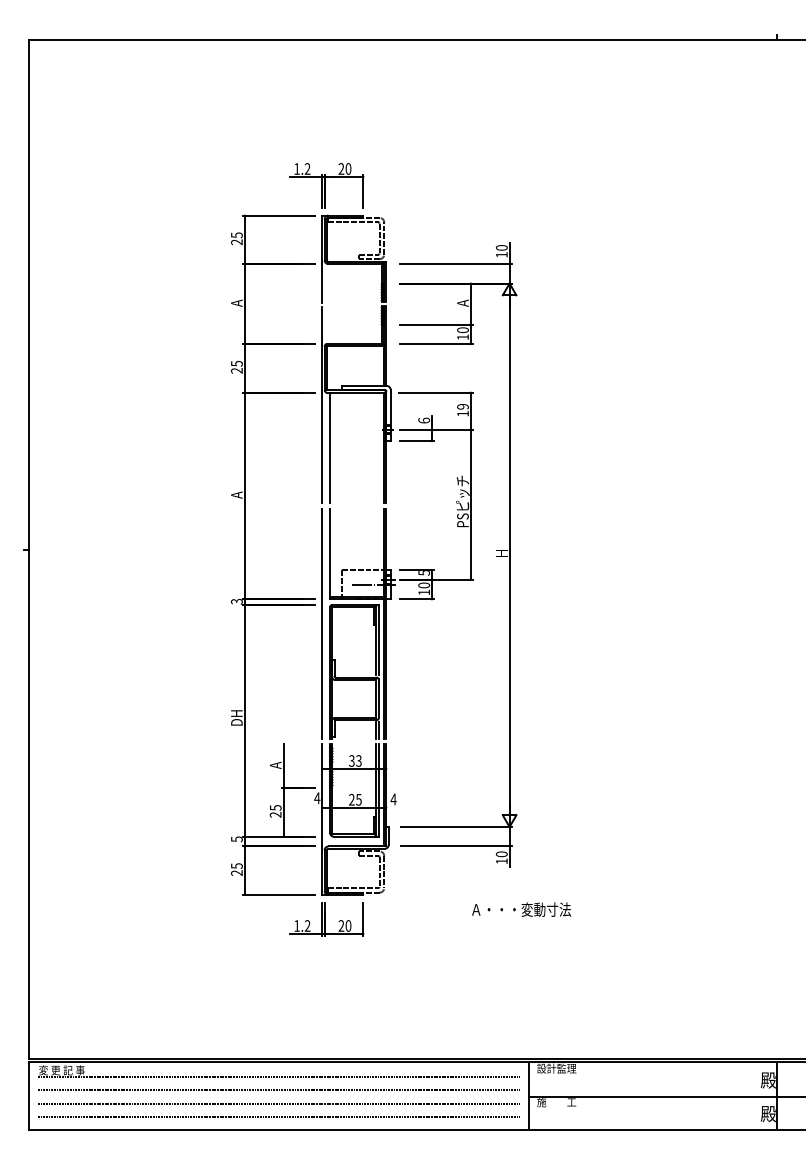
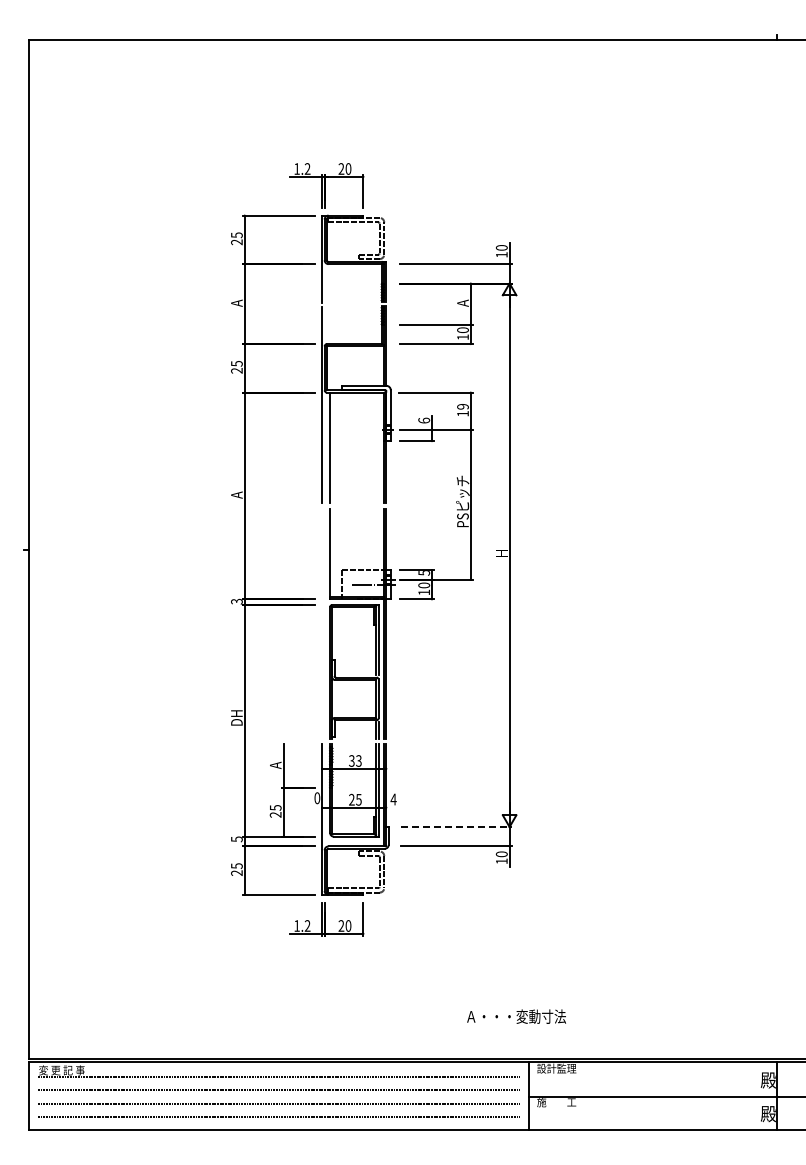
line at (322, 623): present -> none
text at (317, 798): 4 -> 0
line at (456, 827): solid -> dashed
text at (521, 909) position: (521, 909) -> (516, 1016)
